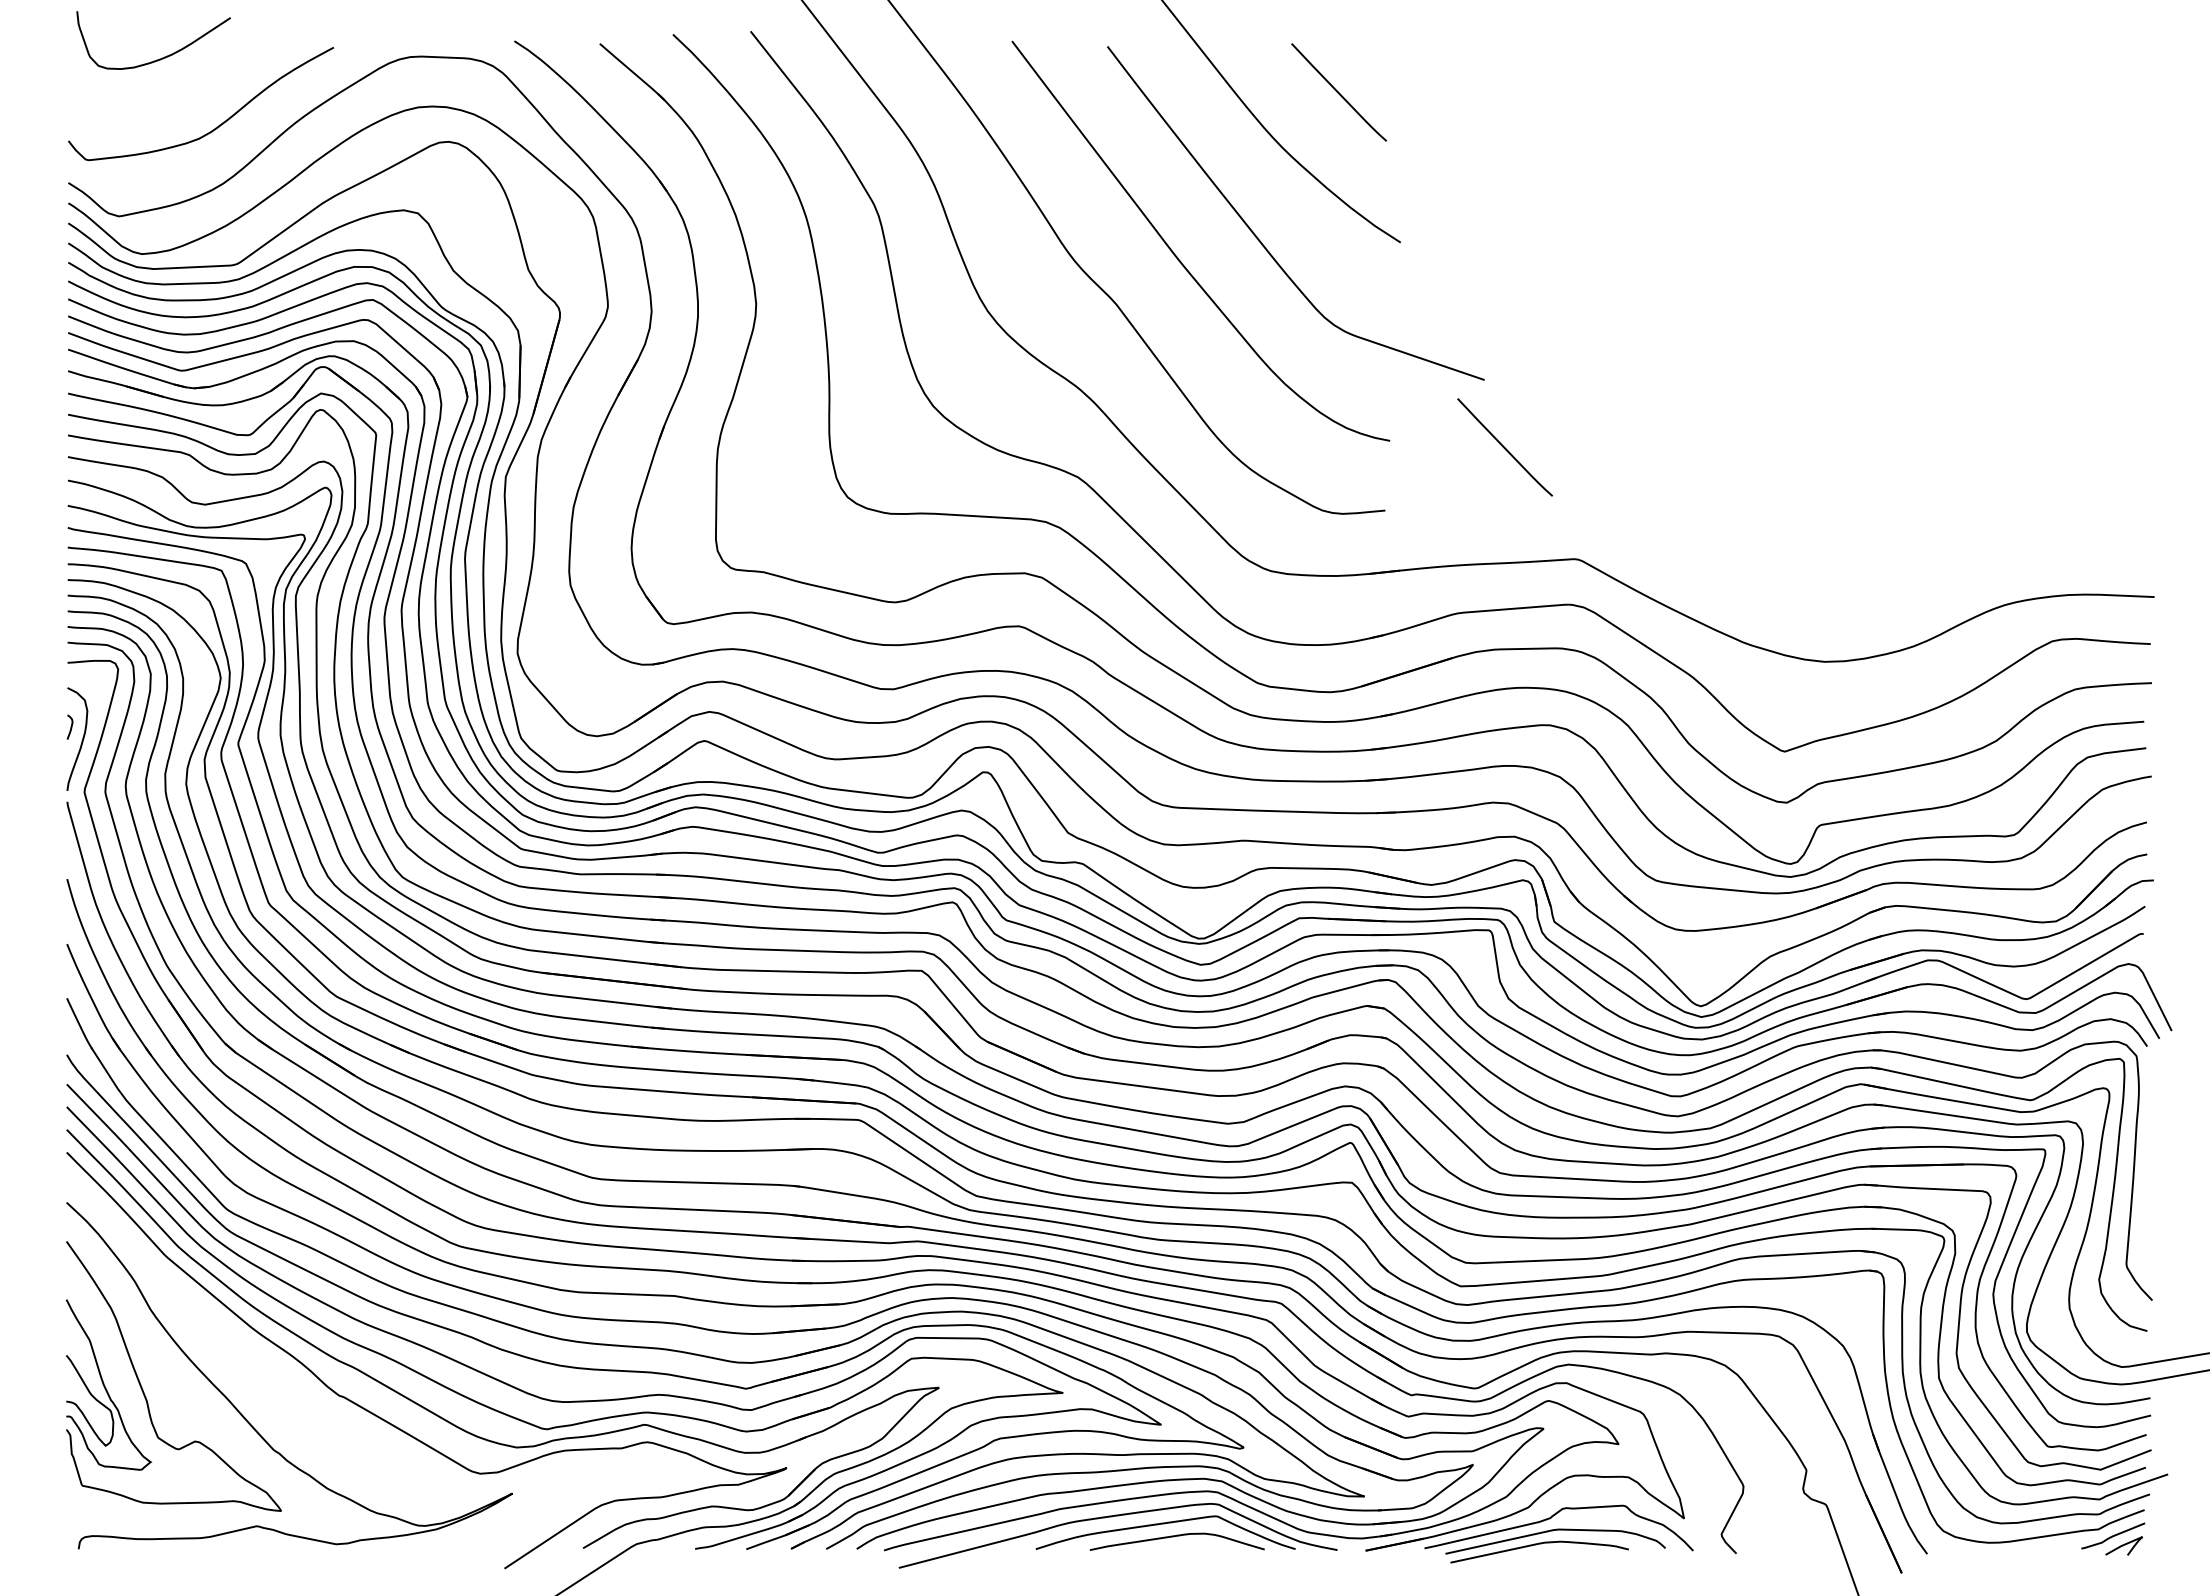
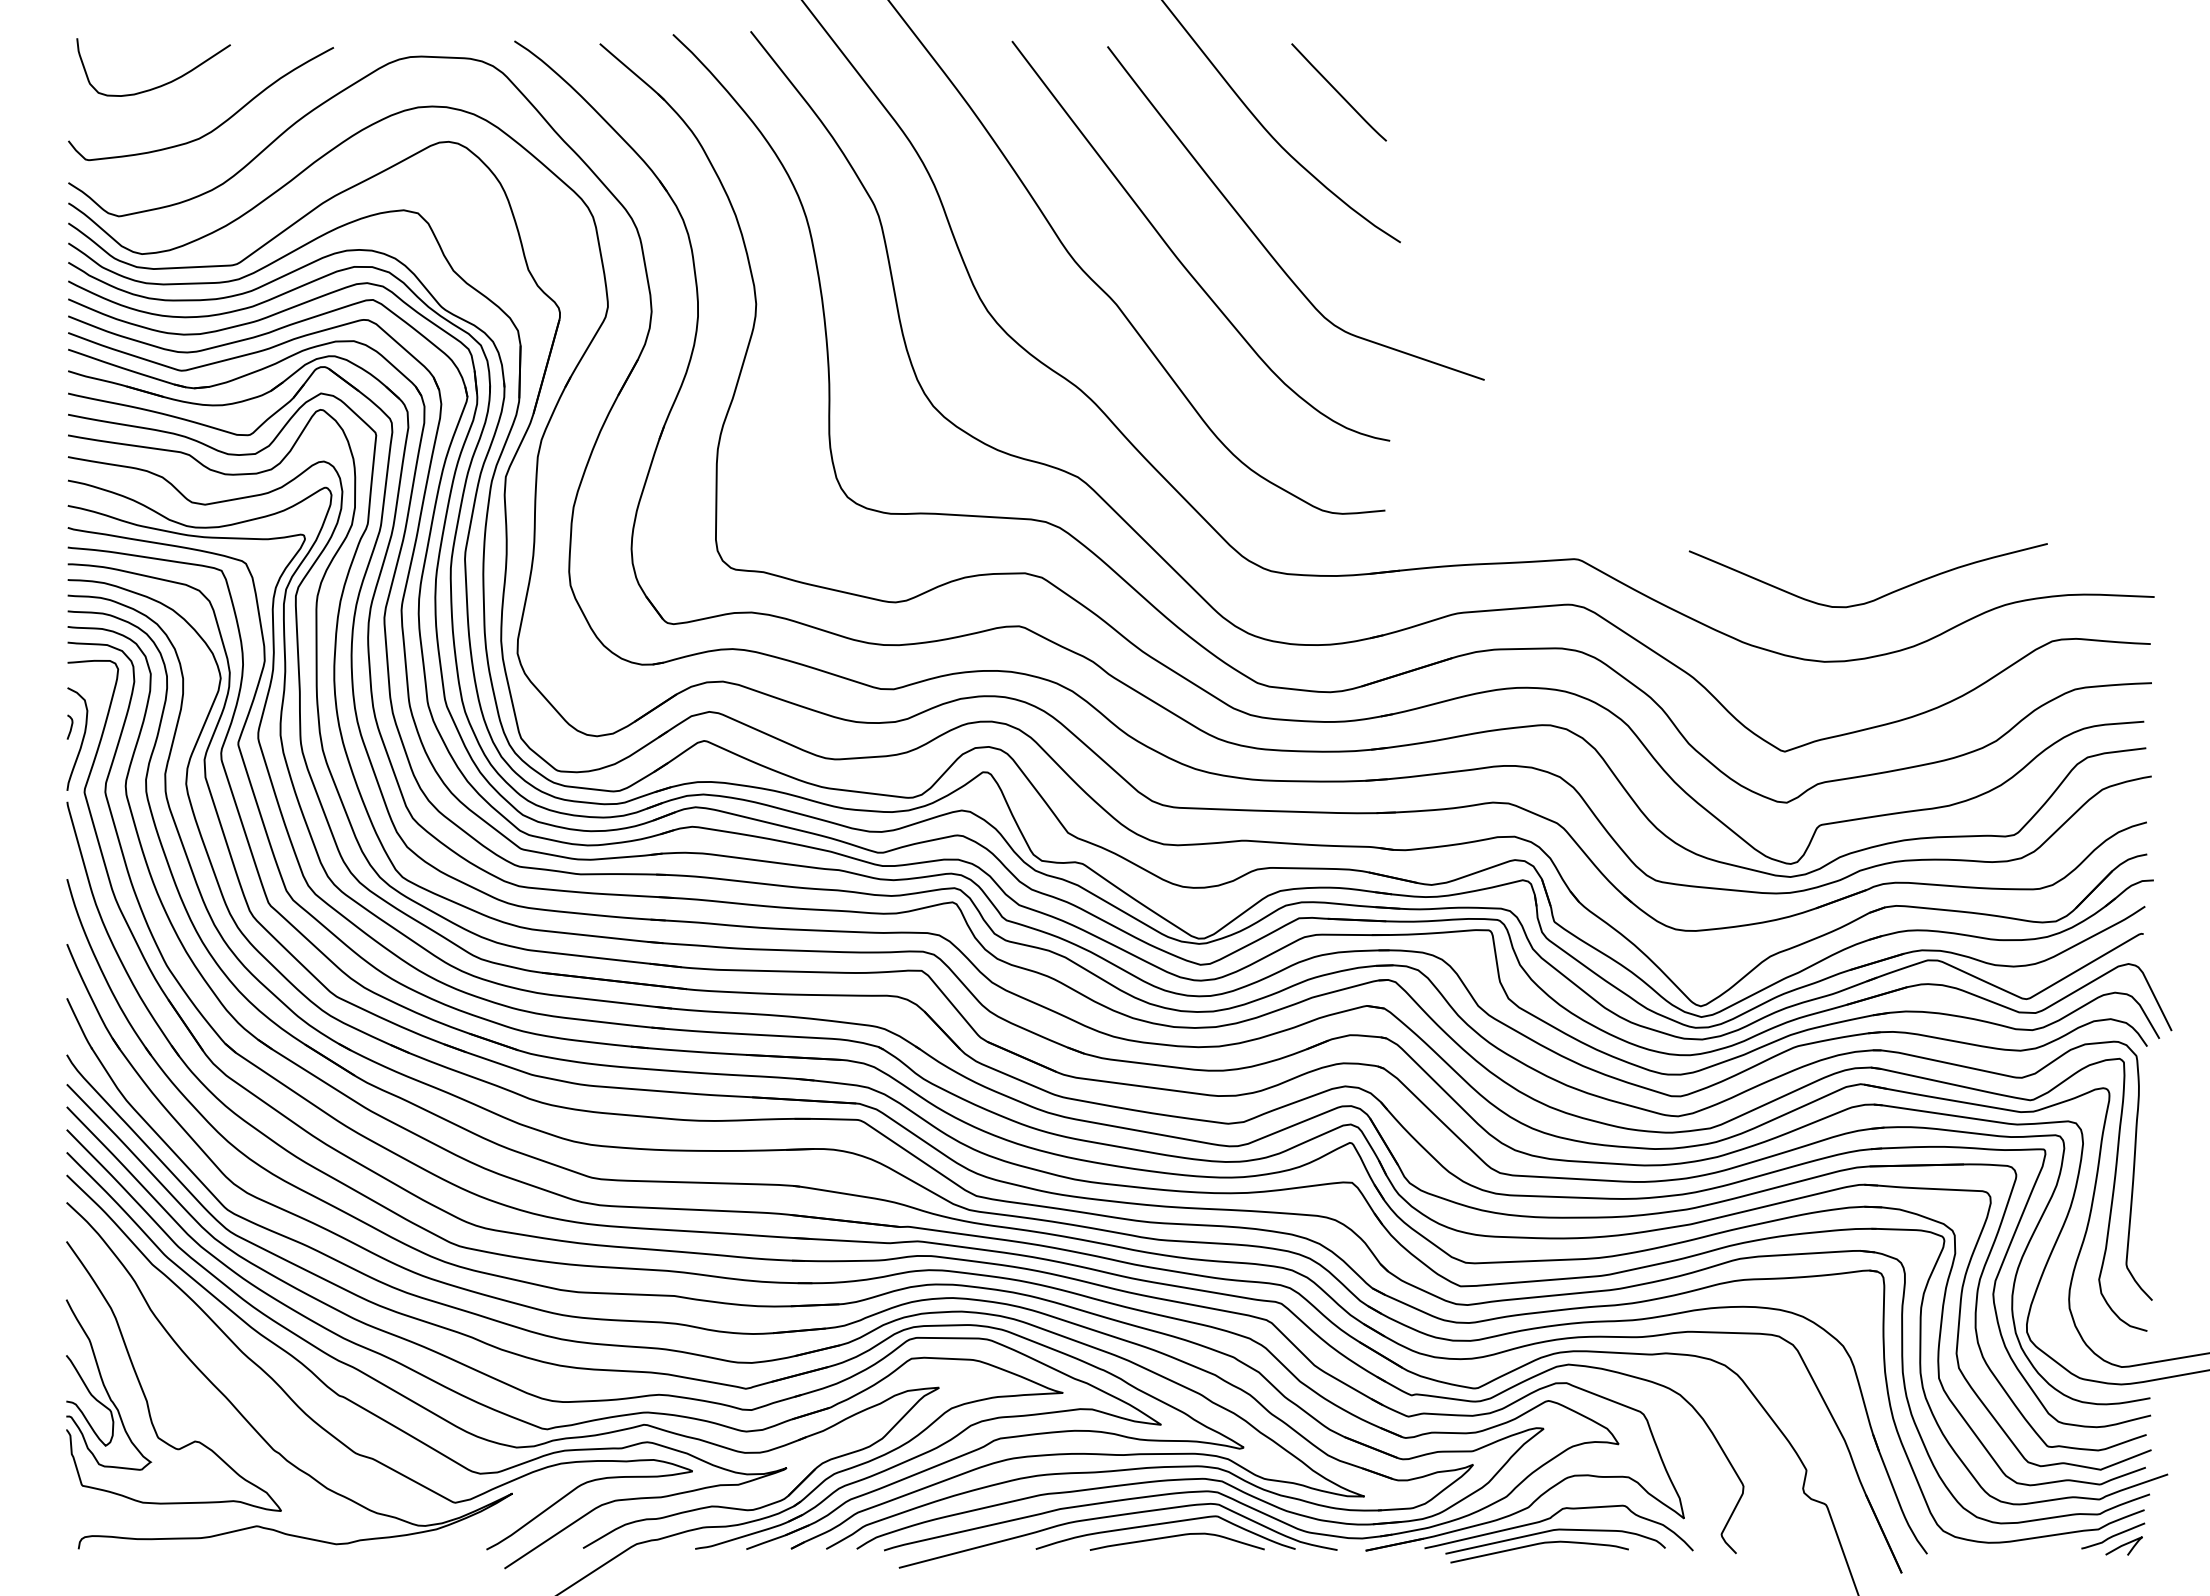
curve at (159, 58) position: (159, 58) -> (159, 85)
curve at (1504, 447): present -> none
curve at (1875, 598): none -> present
curve at (327, 1430): none -> present
